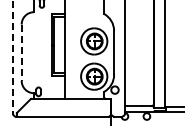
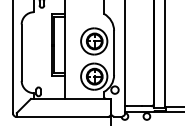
line at (21, 53): dashed -> solid
line at (13, 57): dashed -> solid
